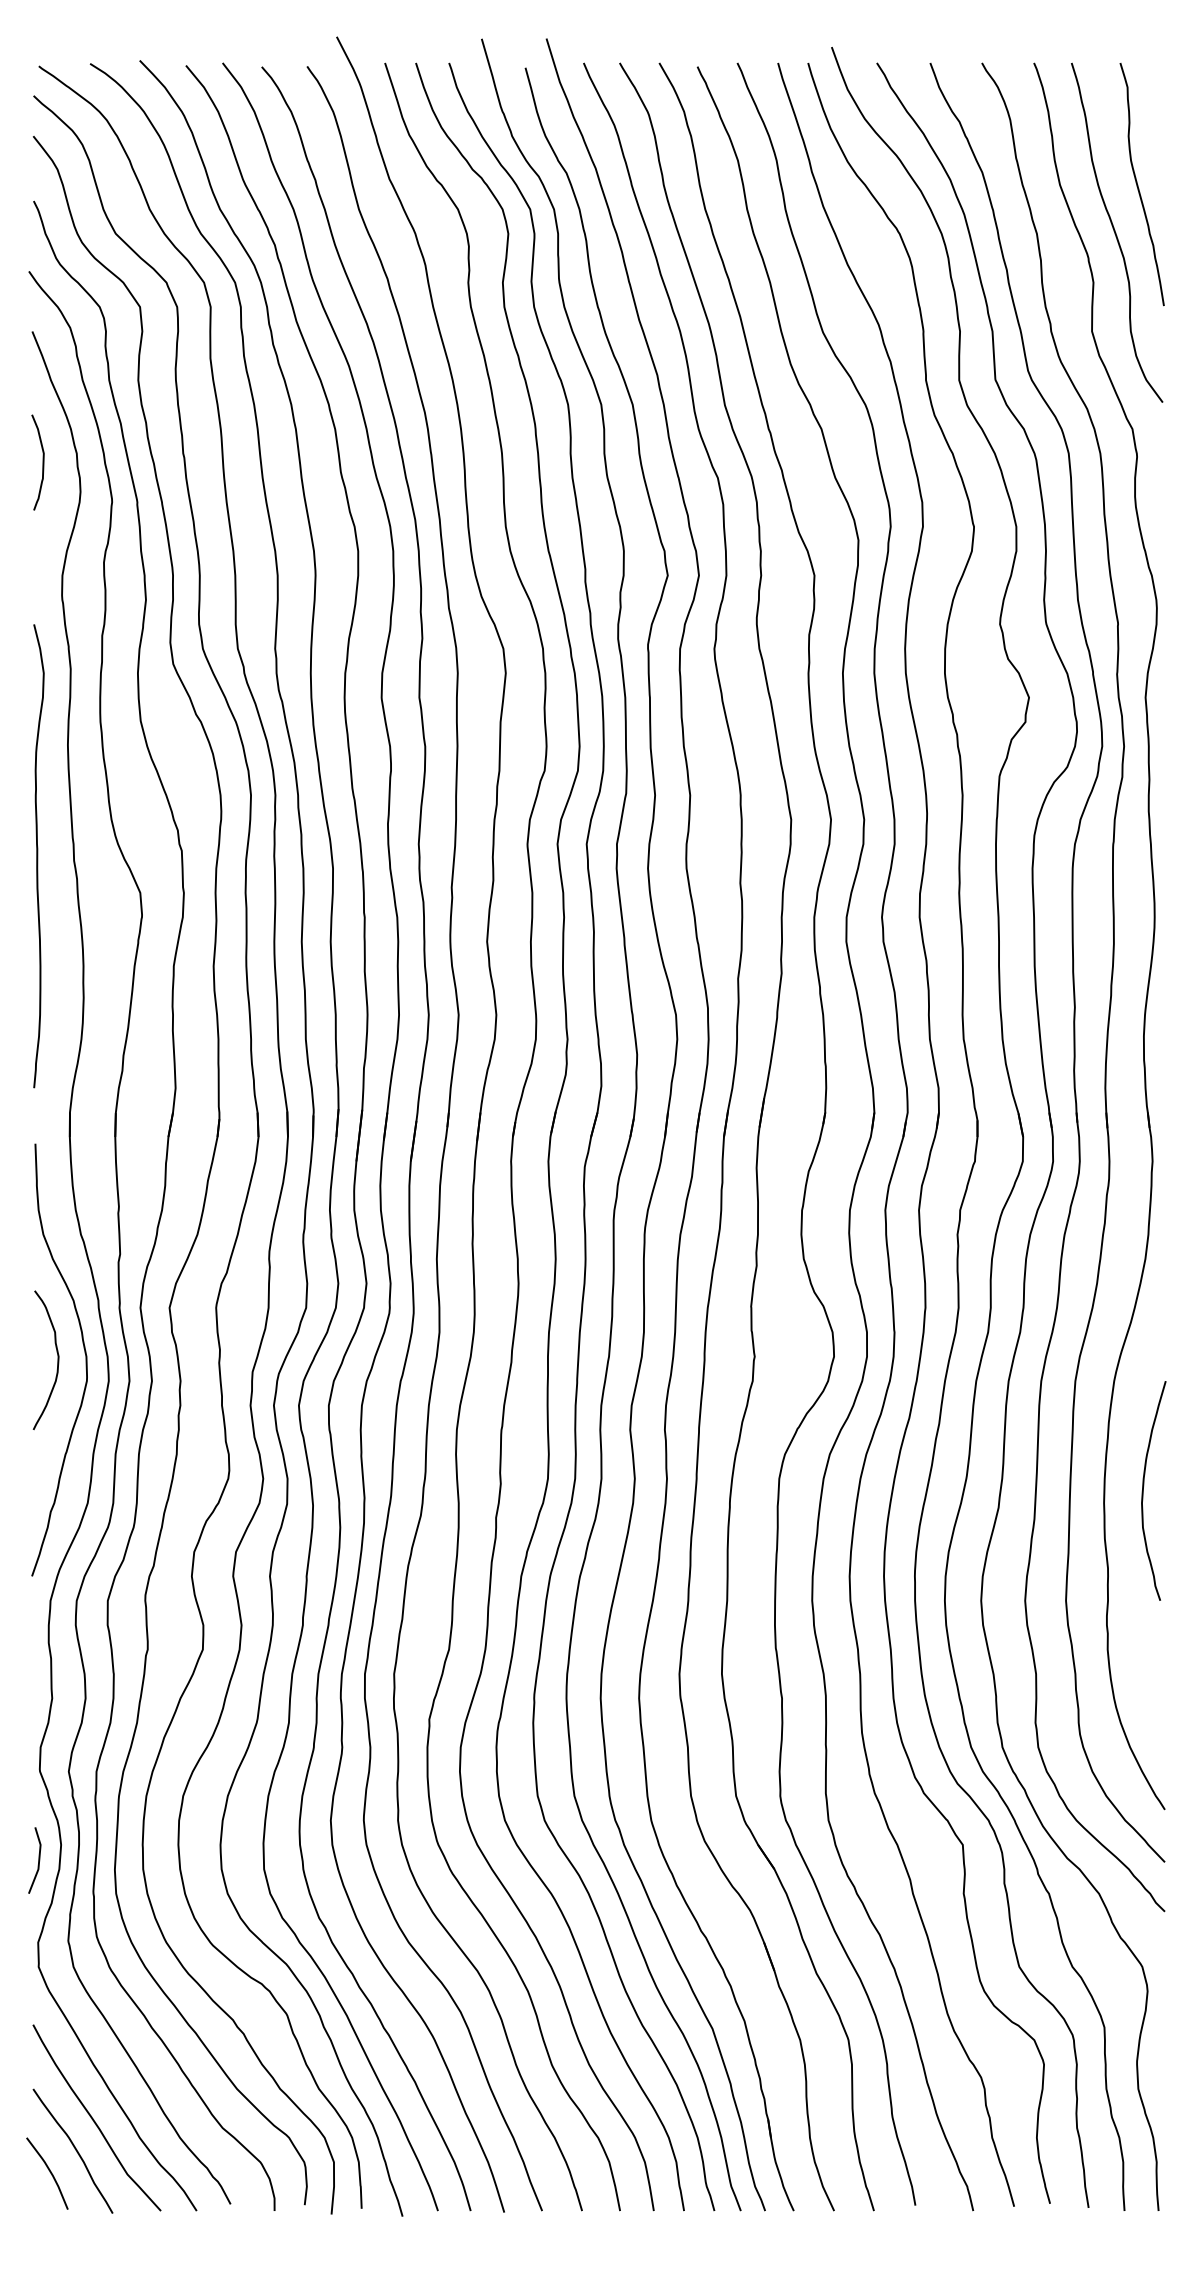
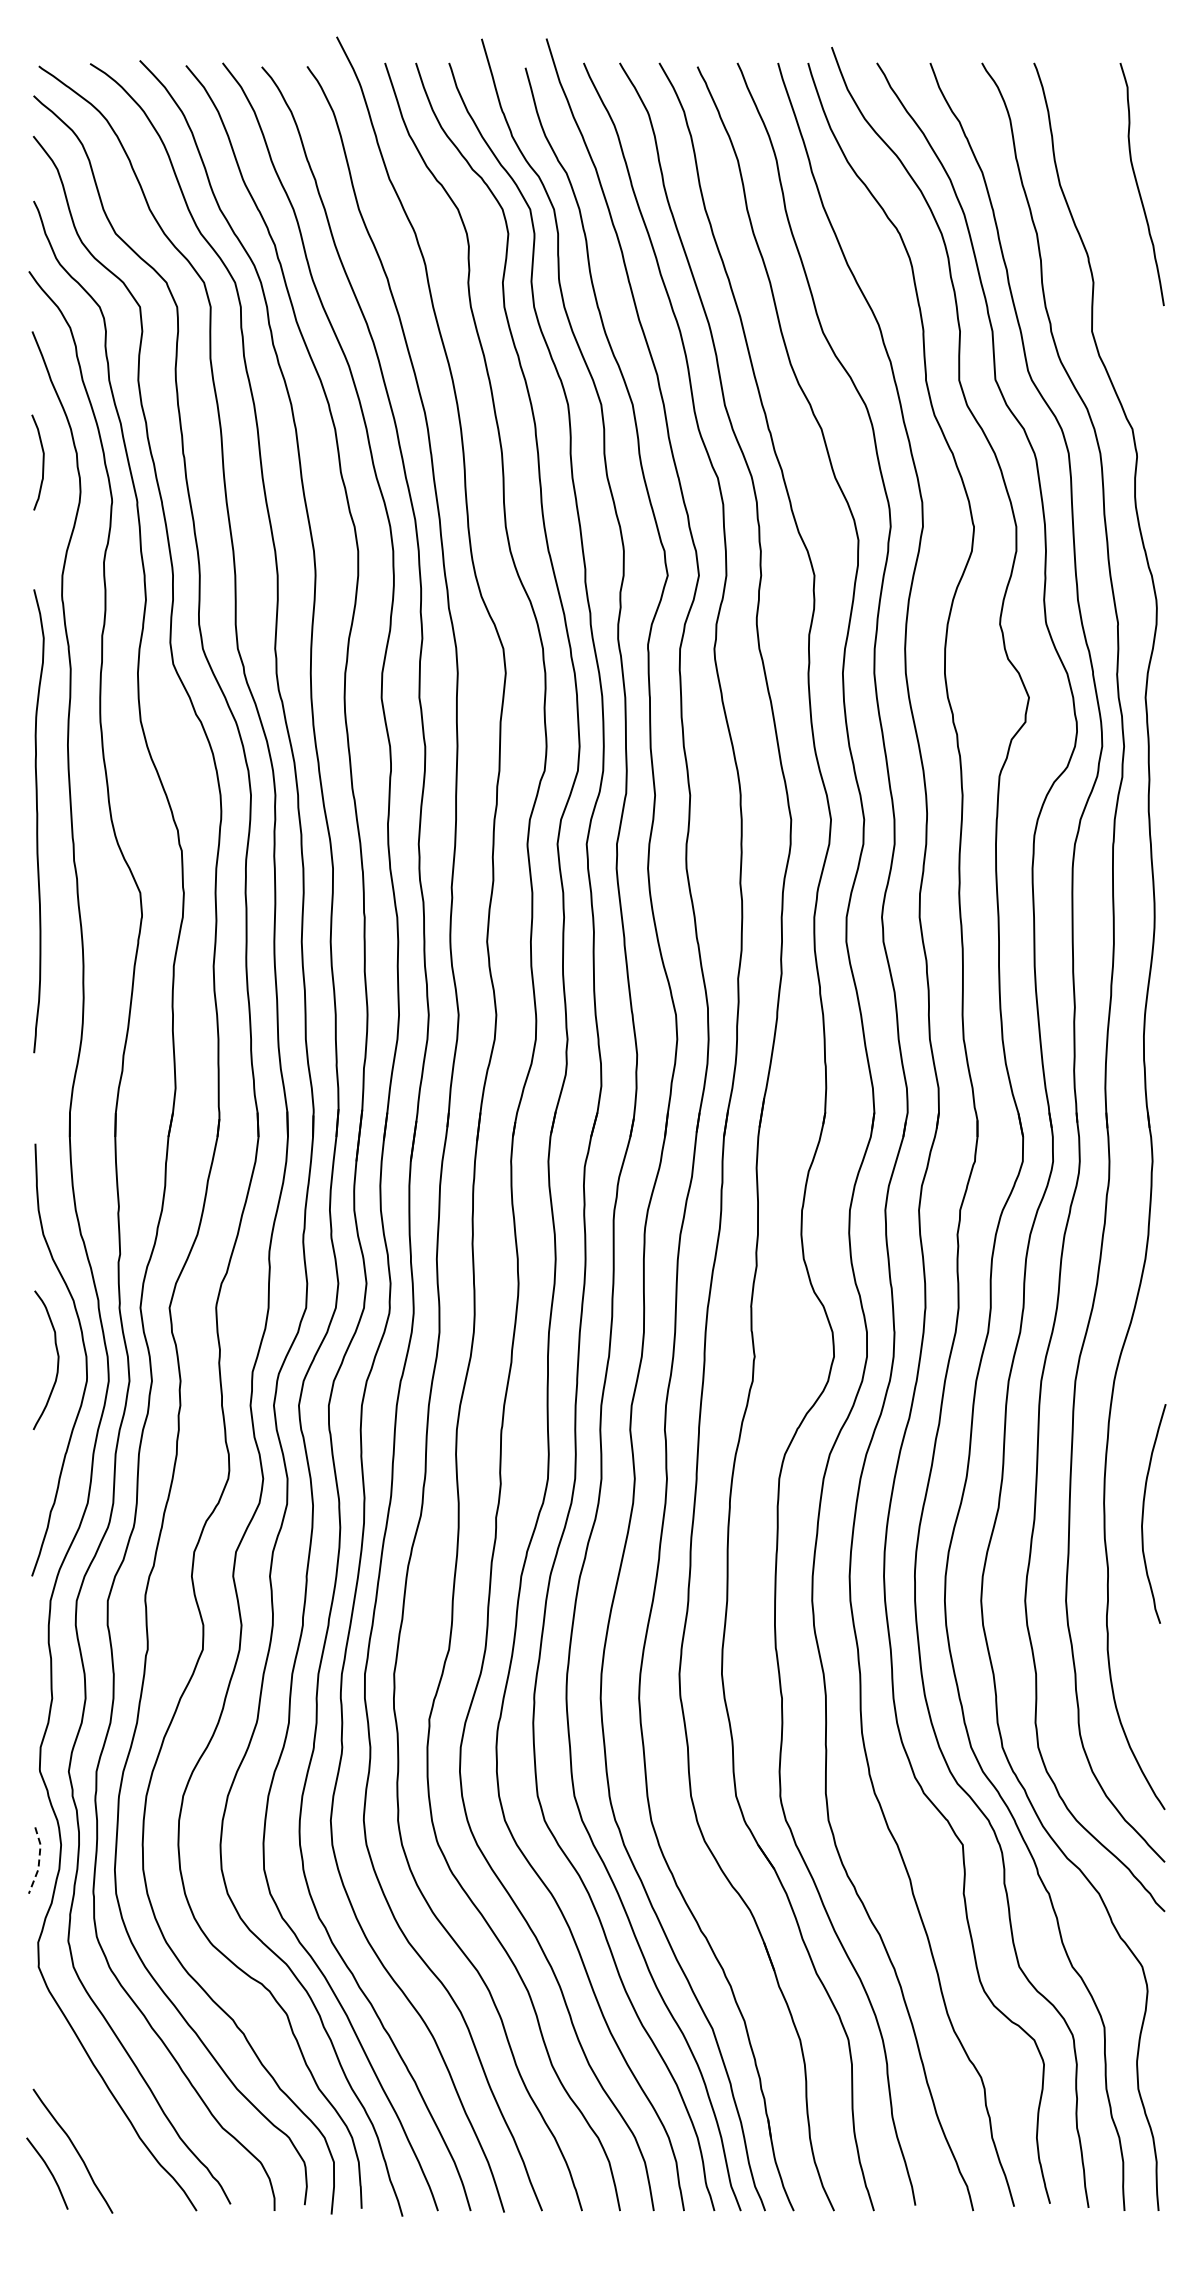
curve at (1116, 232): present -> none
curve at (38, 856) position: (38, 856) -> (38, 821)
curve at (1144, 1486) position: (1144, 1486) -> (1144, 1509)
line at (39, 1861): solid -> dashed
curve at (94, 2119): present -> none
